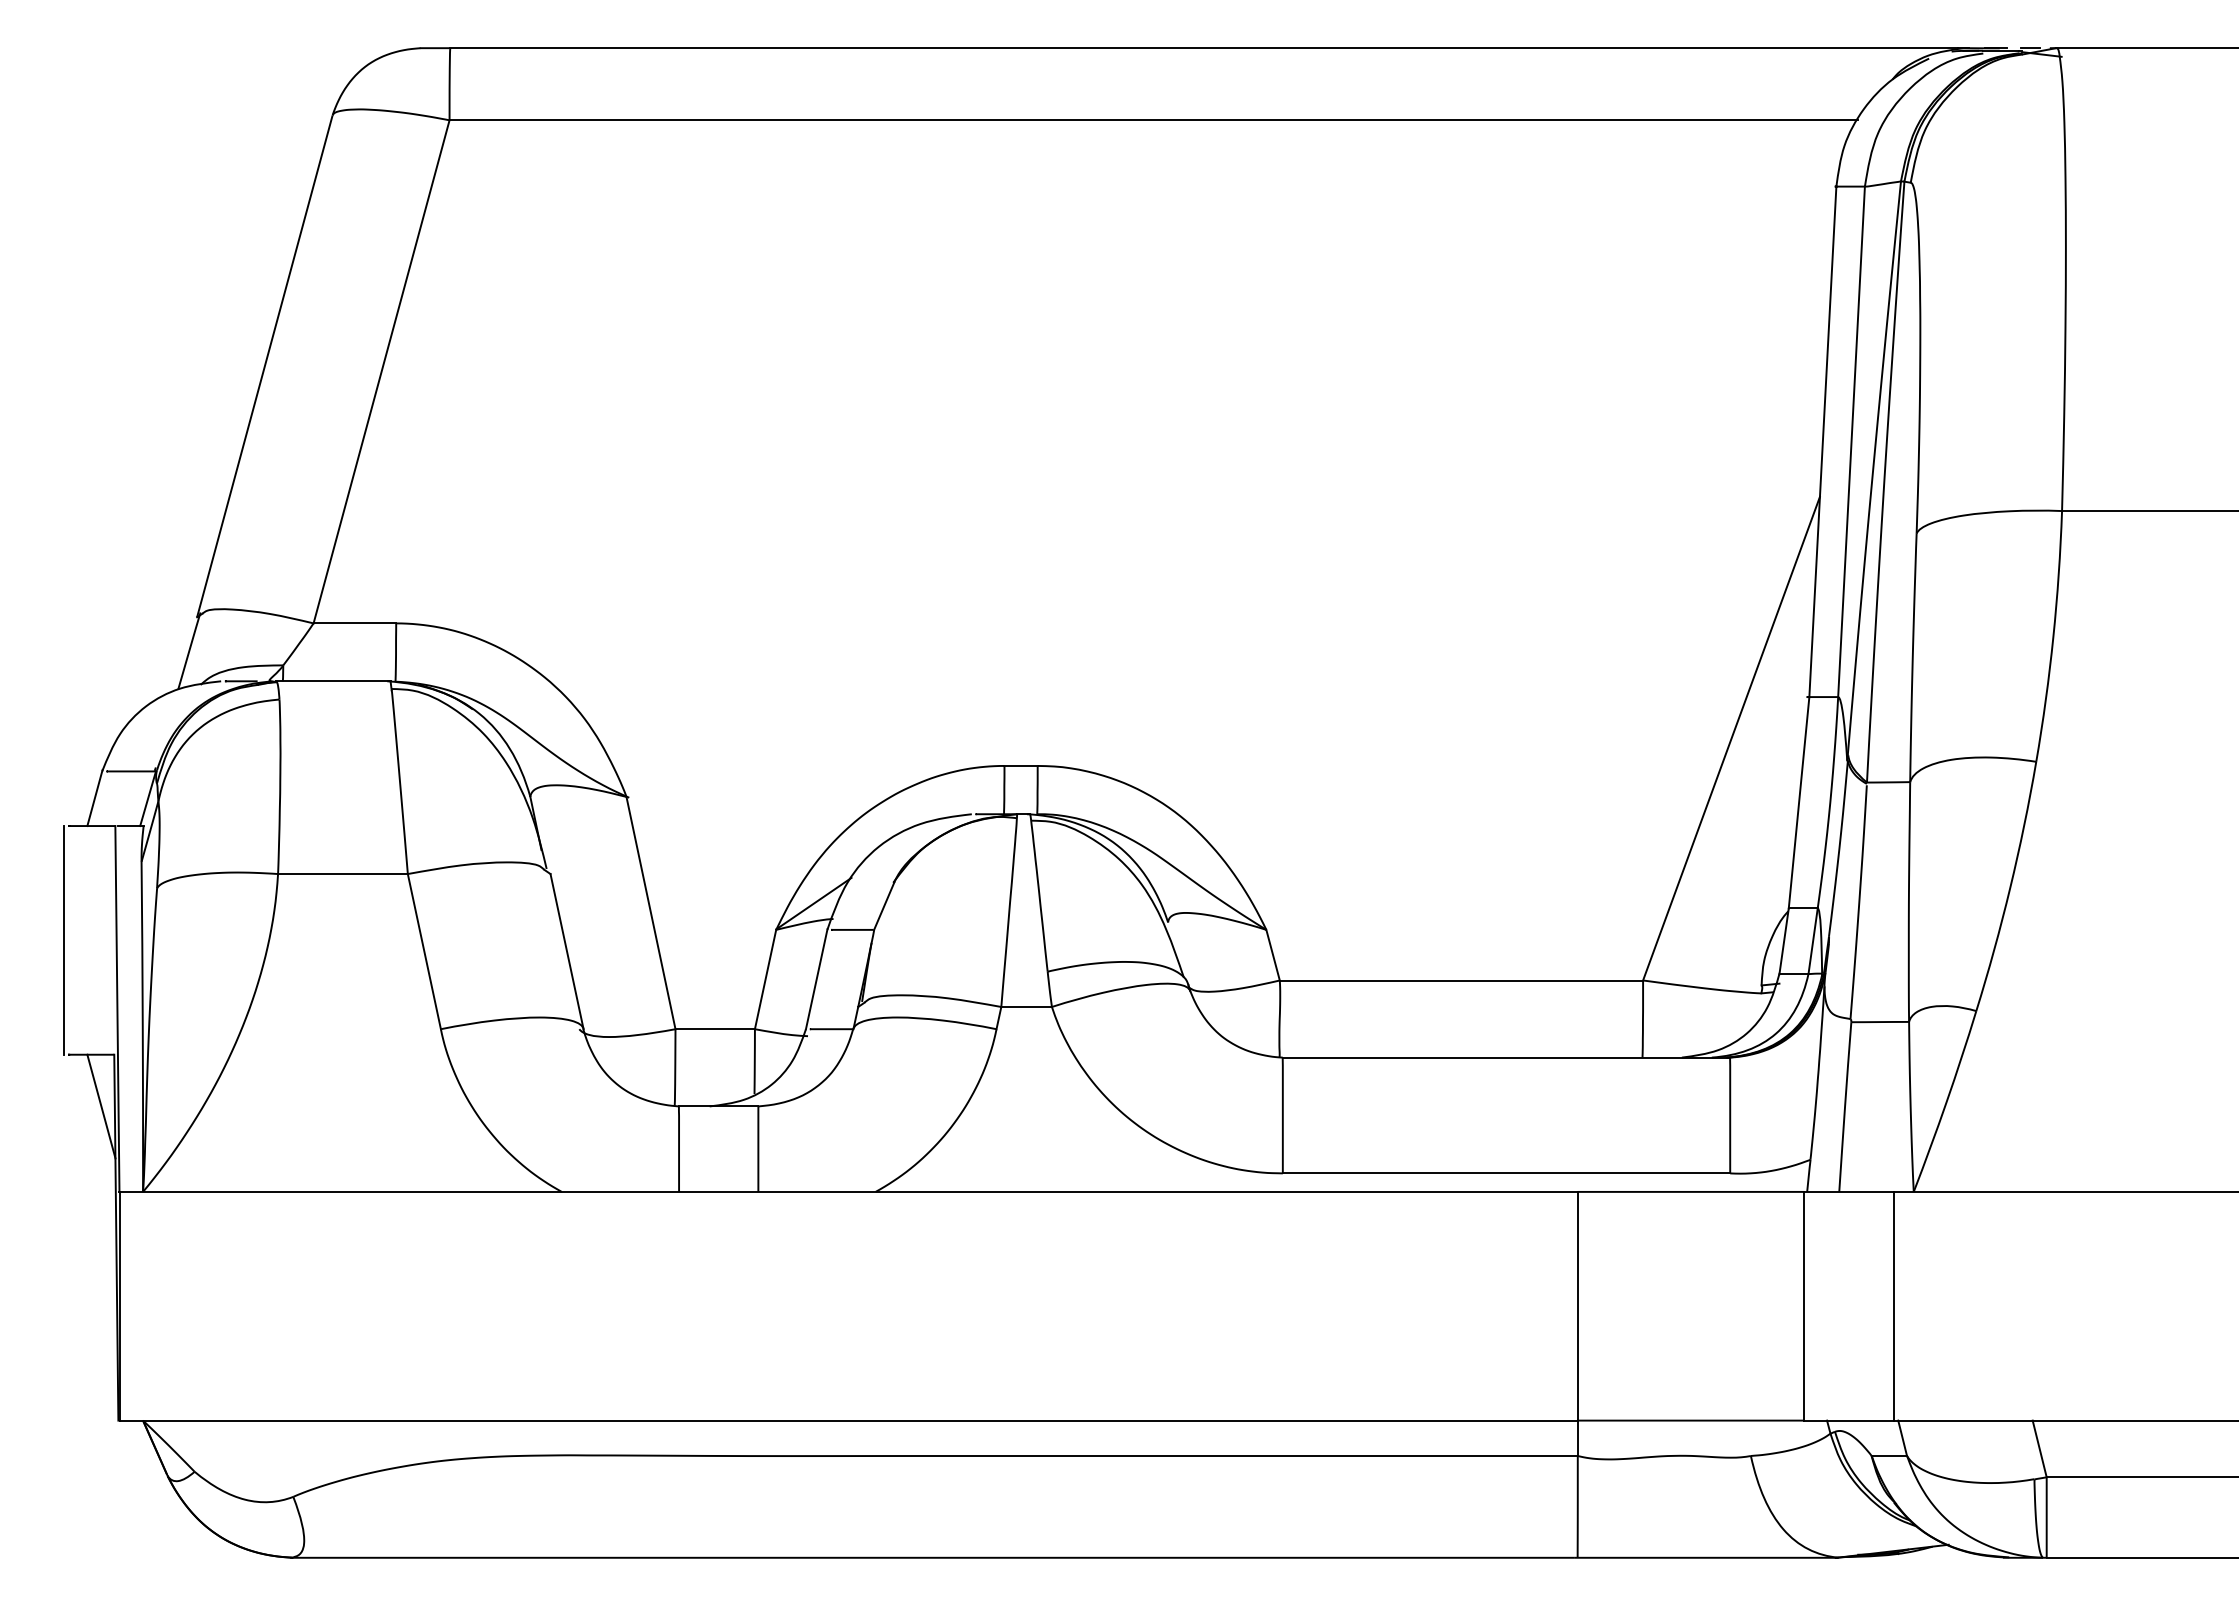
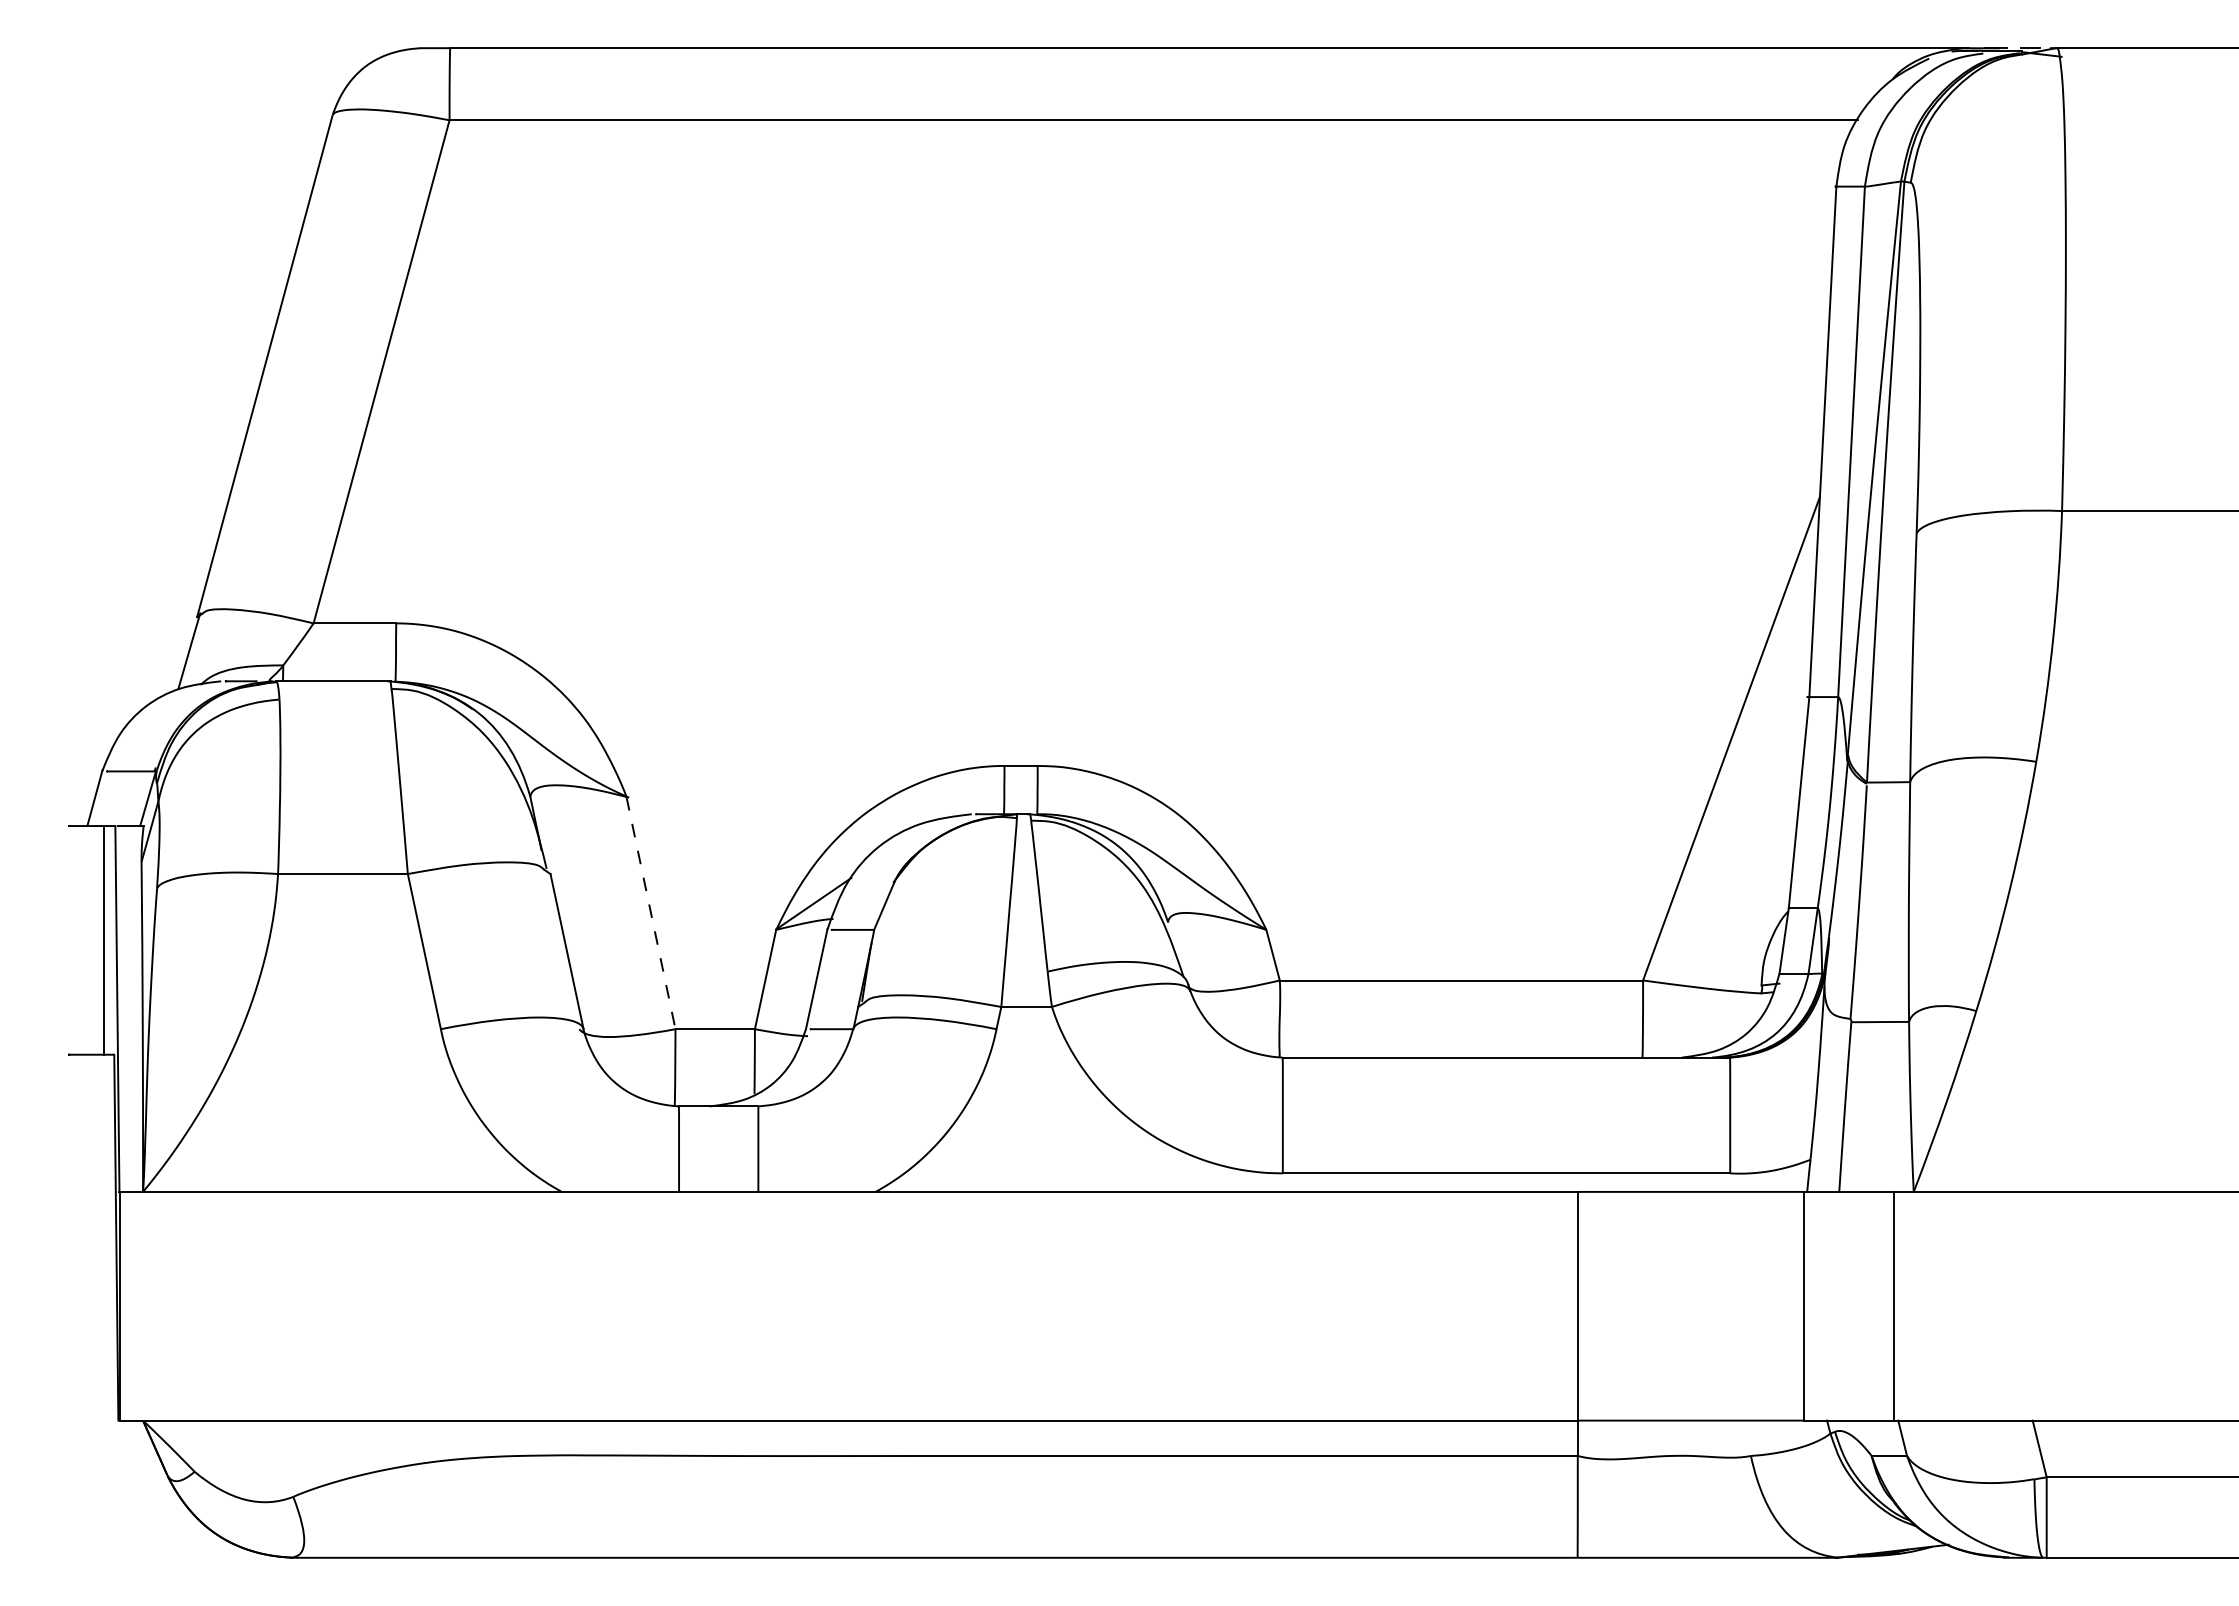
line at (651, 913): solid -> dashed
line at (64, 940) position: (64, 940) -> (104, 940)
line at (101, 1106): present -> none
